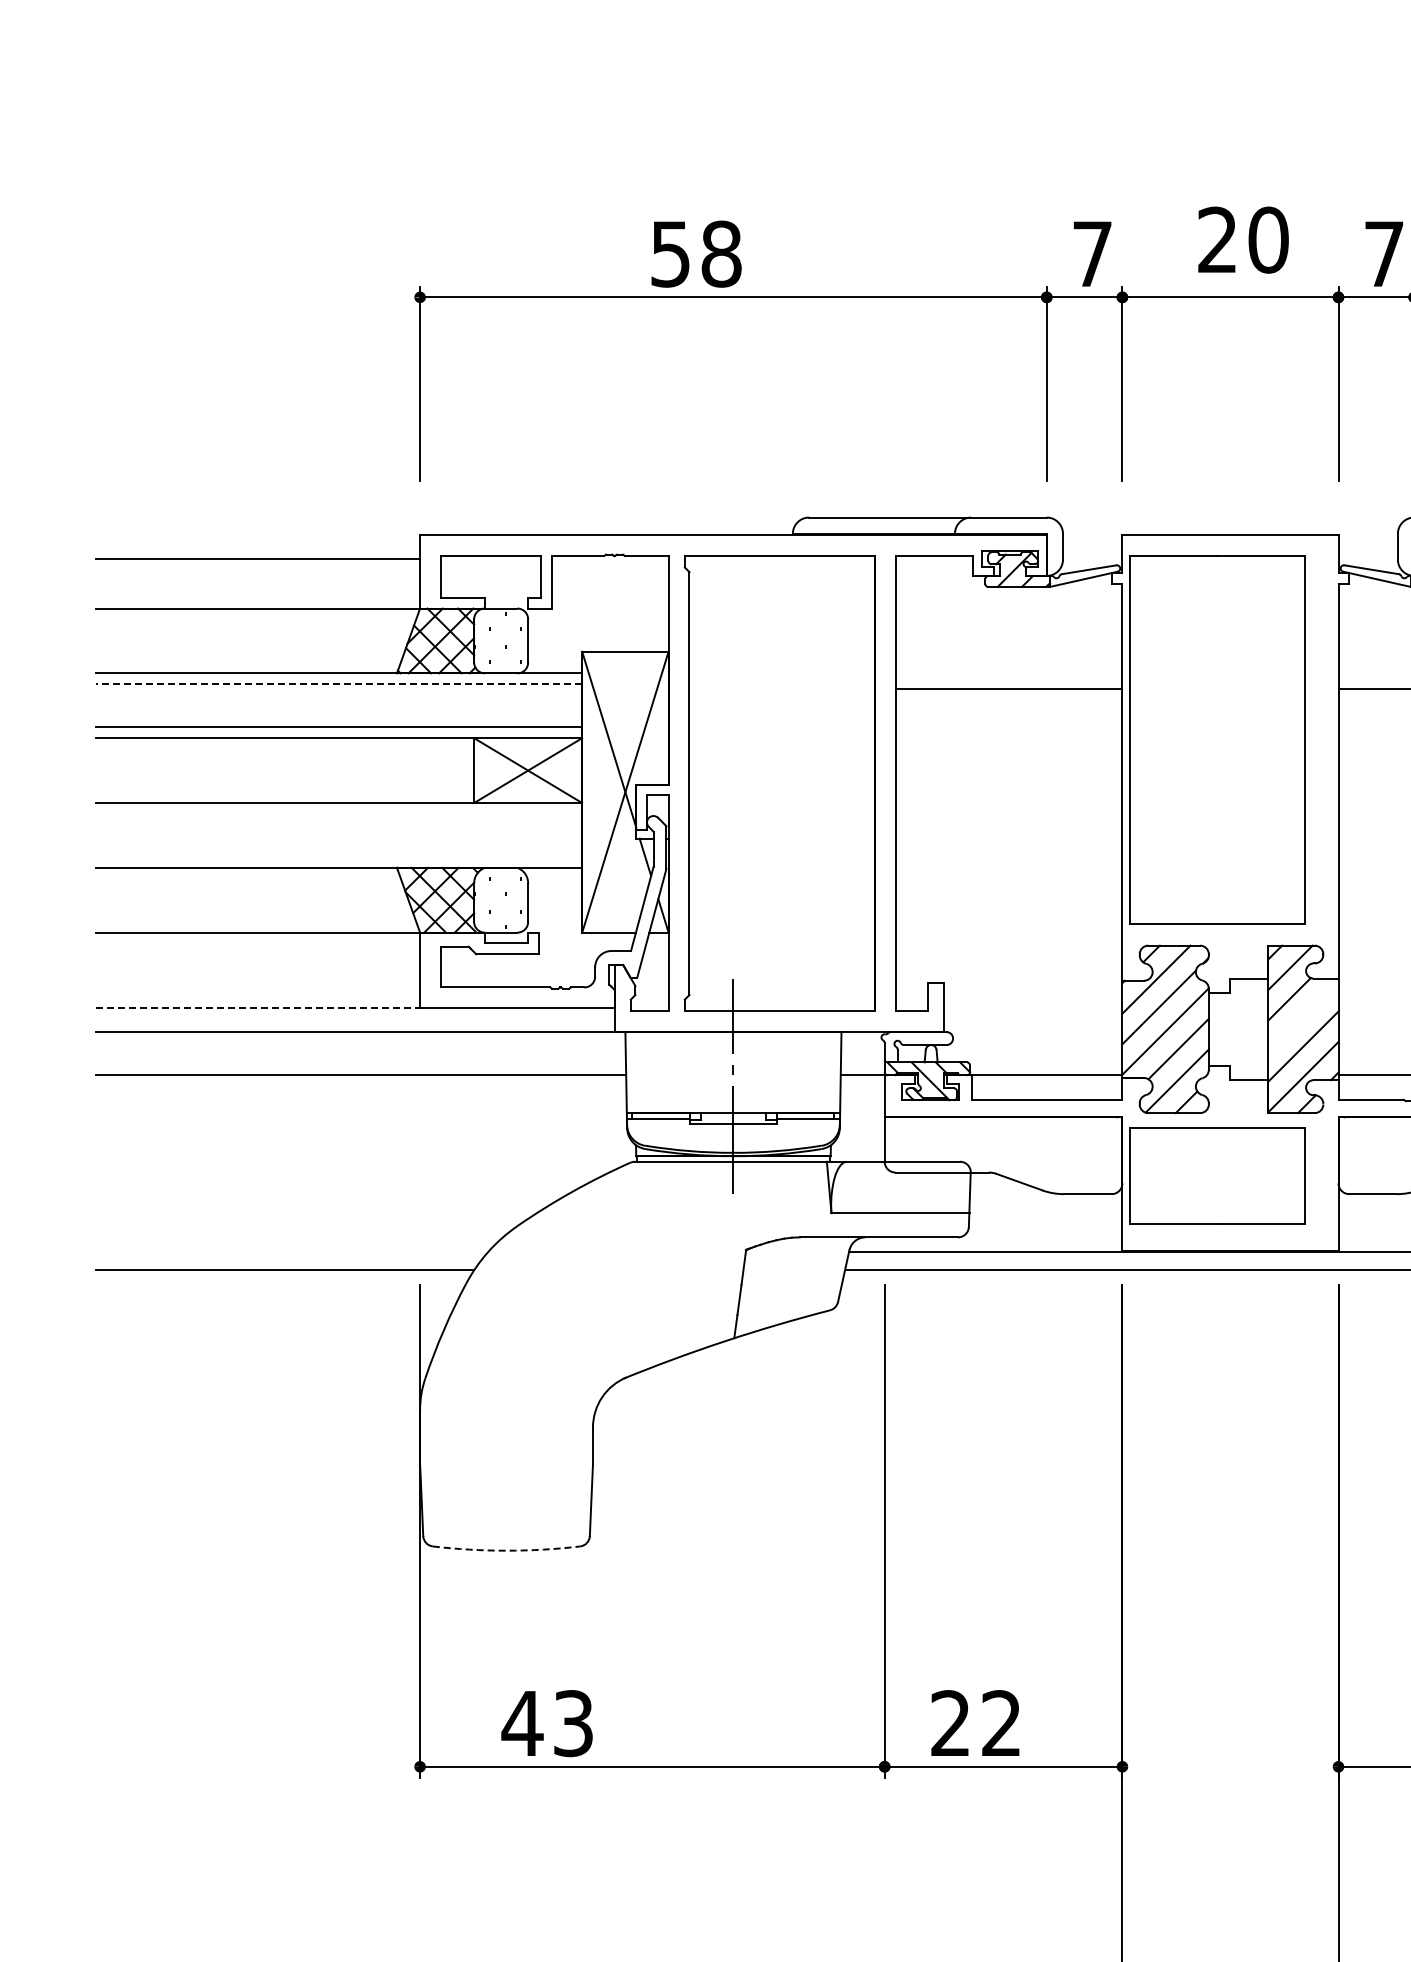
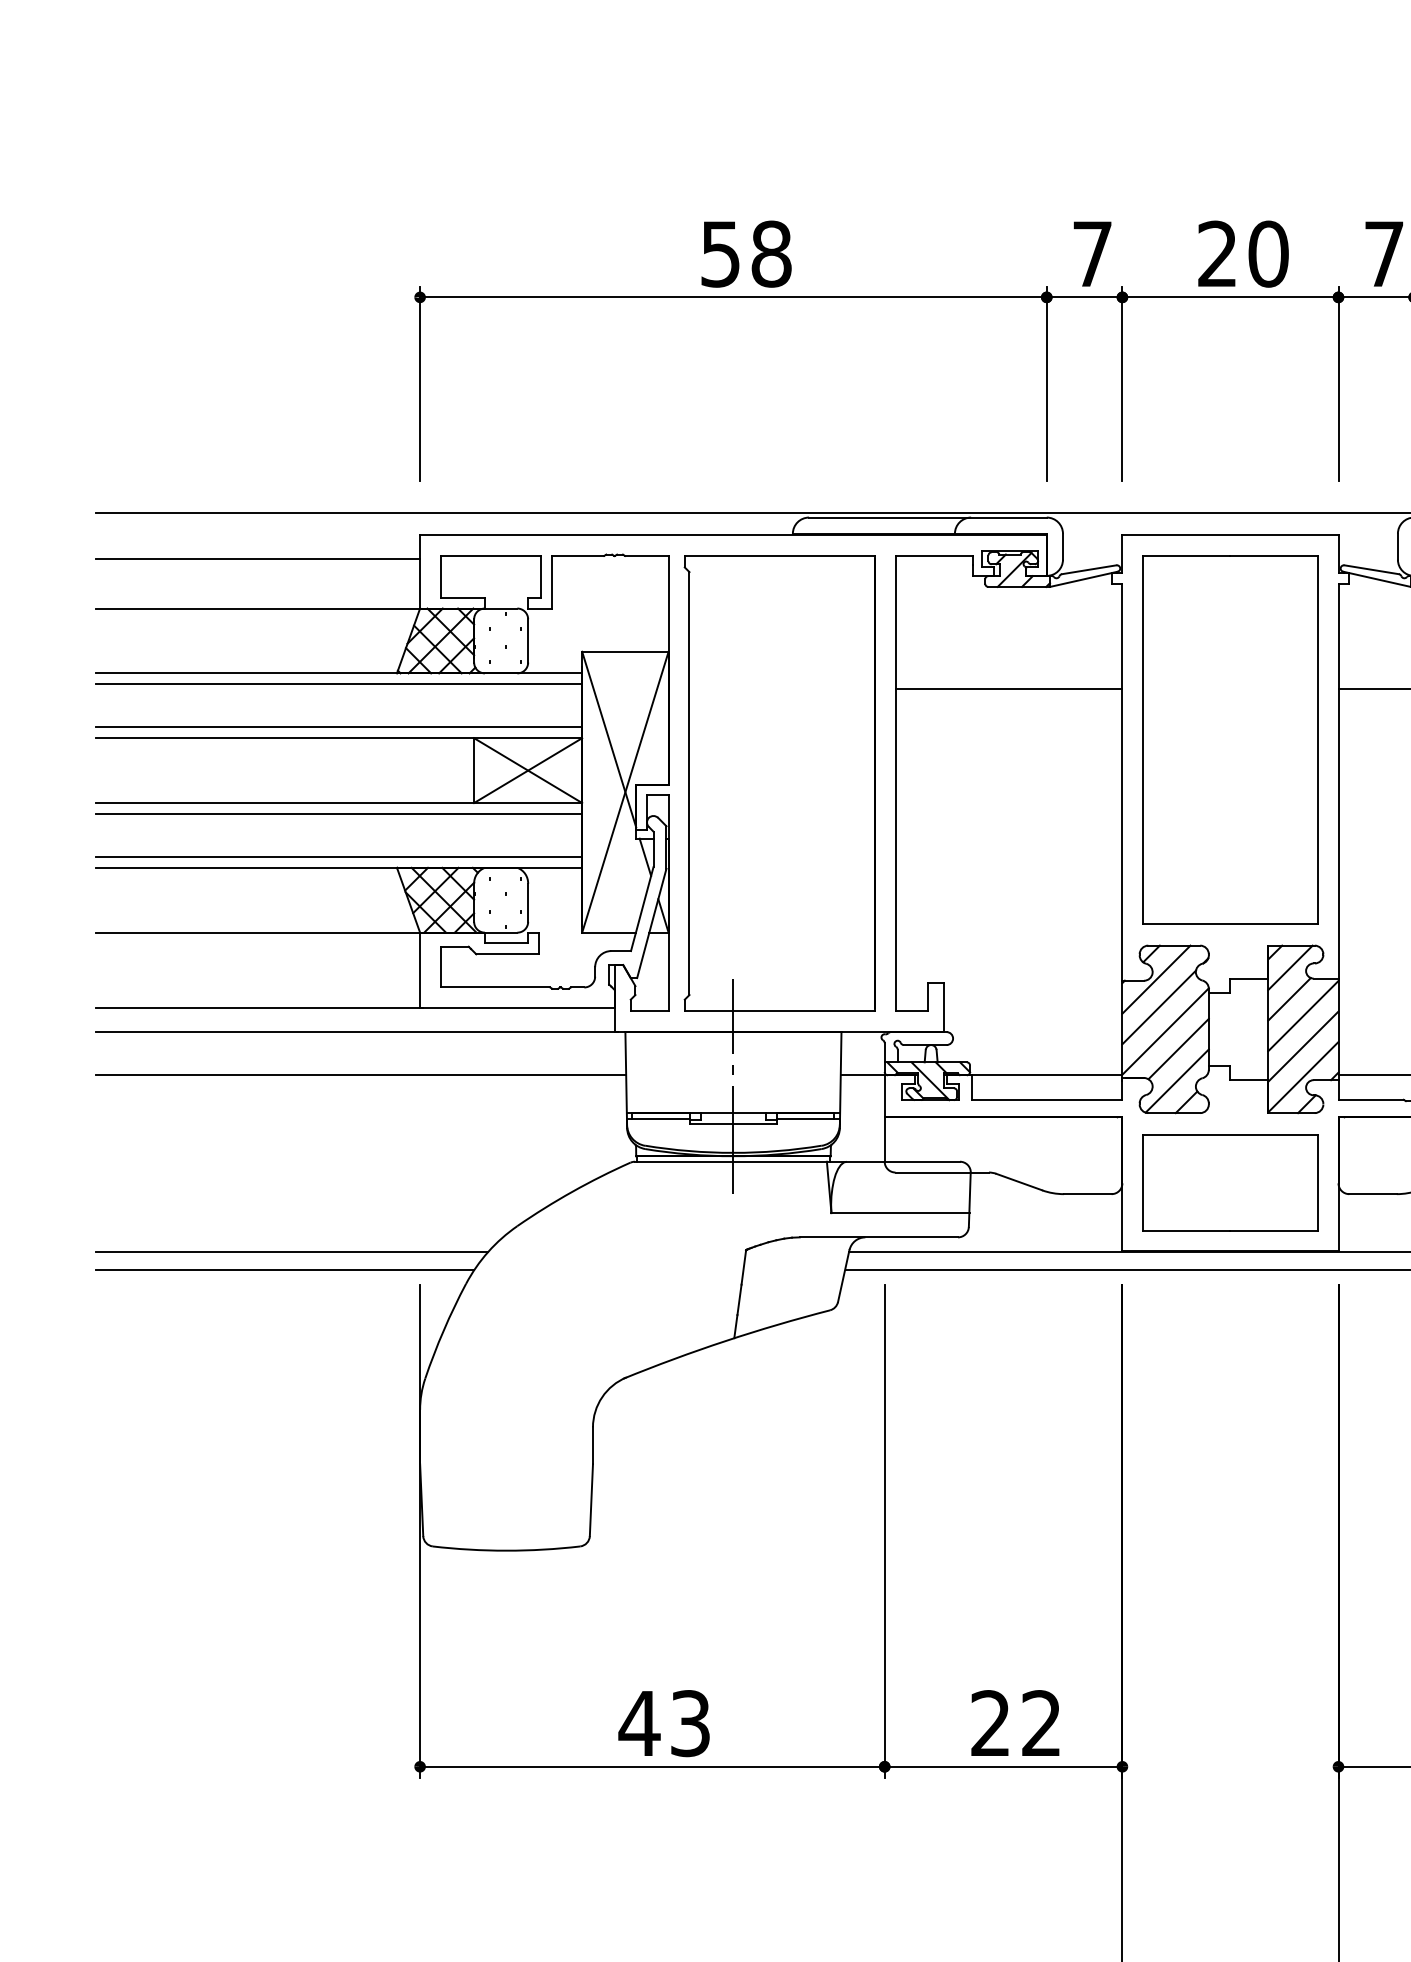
text at (1243, 239) position: (1243, 239) -> (1243, 253)
text at (696, 253) position: (696, 253) -> (746, 253)
line at (751, 513): none -> present
line at (338, 684): dashed -> solid
part at (1217, 739) position: (1217, 739) -> (1230, 739)
line at (338, 813): none -> present
line at (338, 857): none -> present
line at (259, 1008): dashed -> solid
line at (1303, 1015): none -> present
part at (1217, 1175) position: (1217, 1175) -> (1230, 1182)
line at (291, 1252): none -> present
arc at (506, 1550): dashed -> solid
text at (975, 1722) position: (975, 1722) -> (1015, 1722)
text at (546, 1723) position: (546, 1723) -> (663, 1723)
